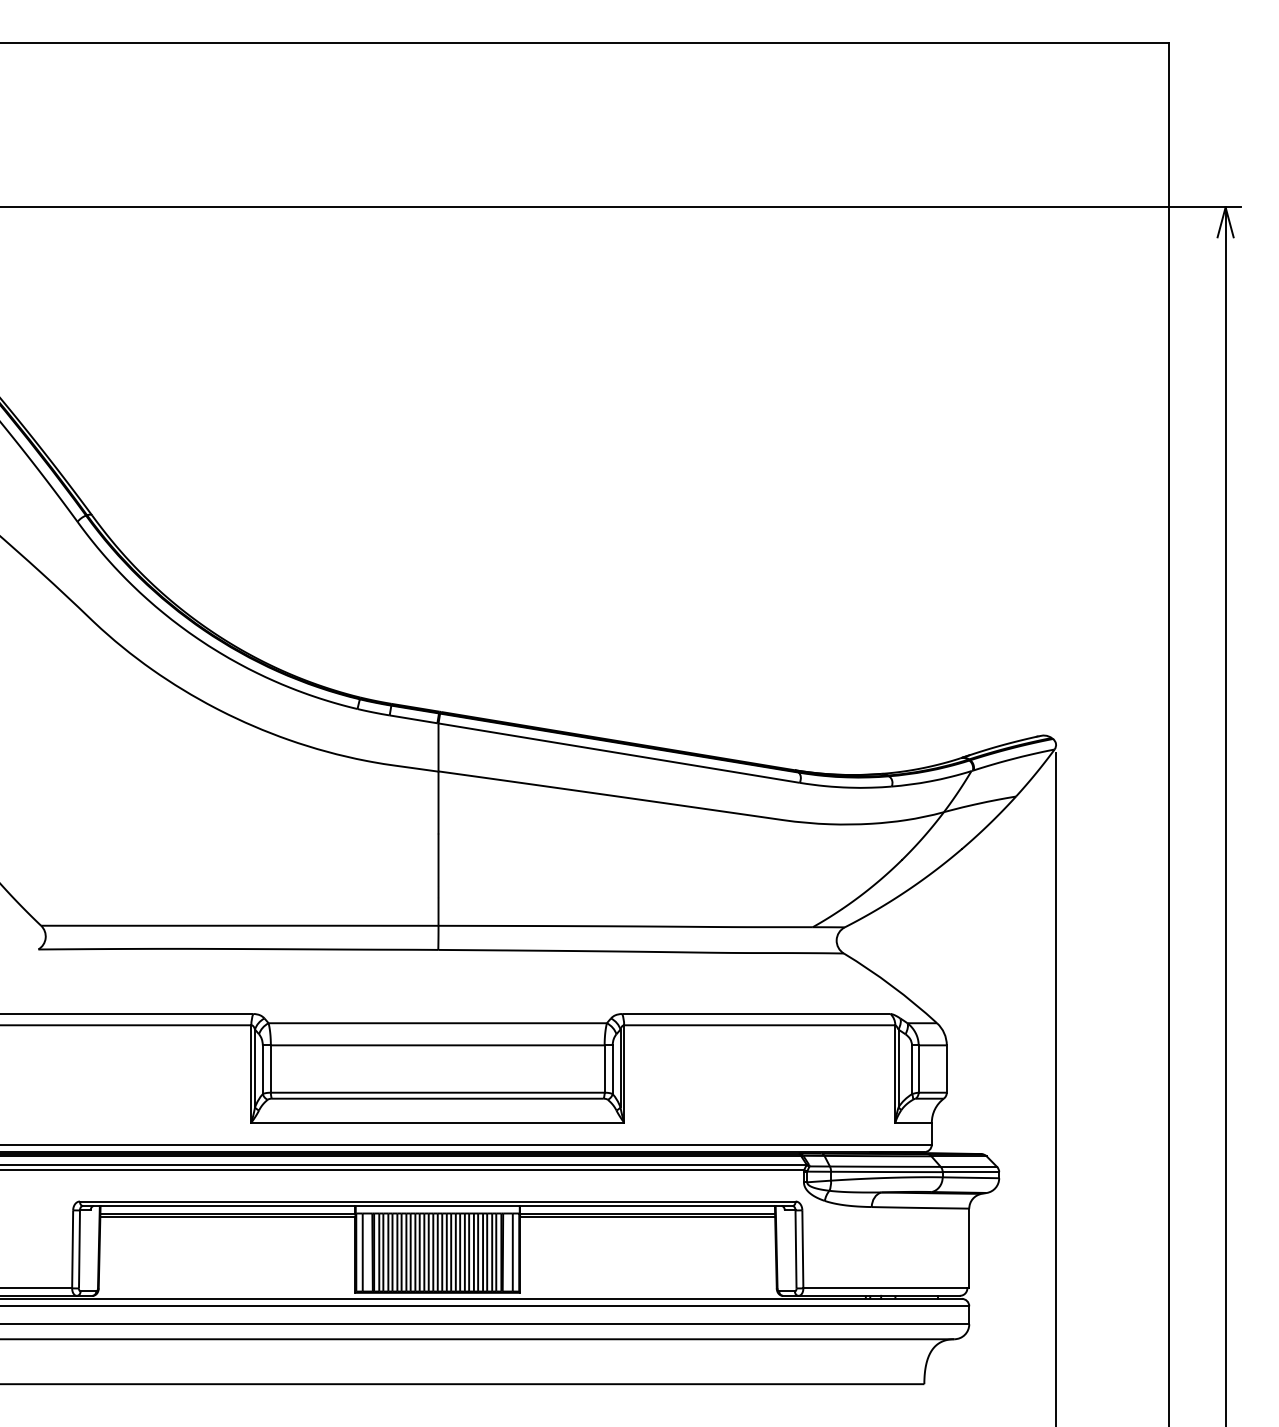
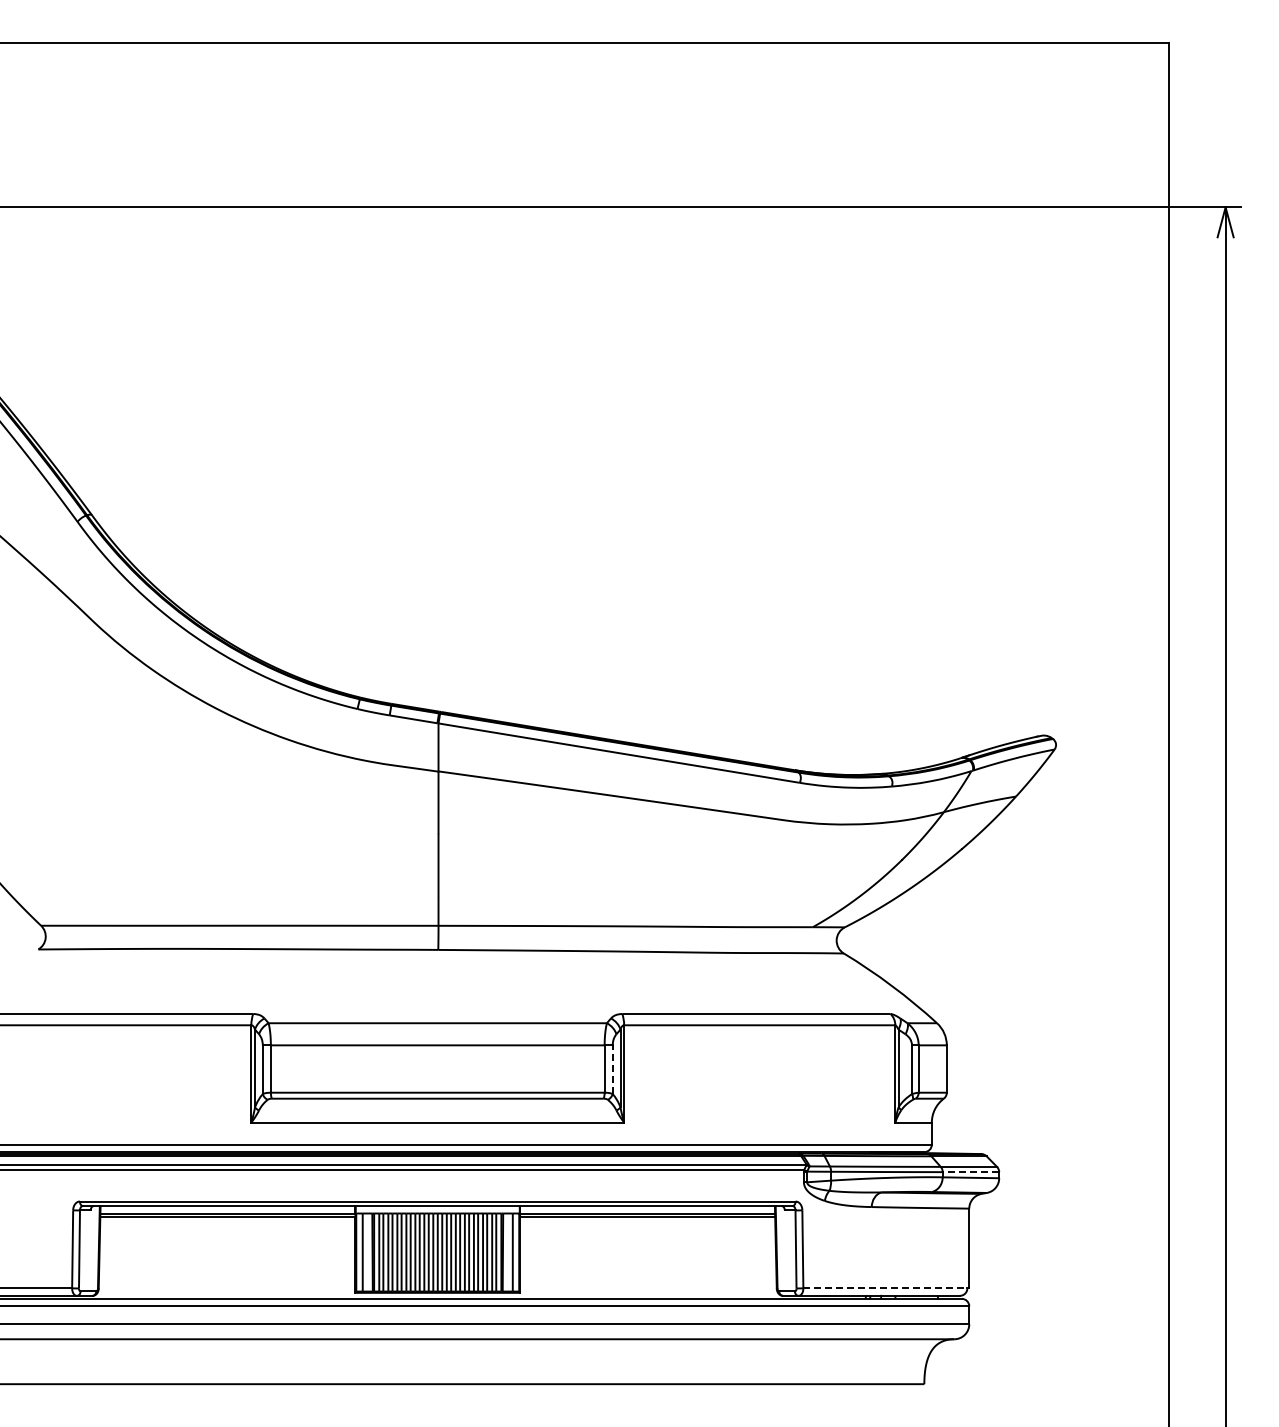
line at (612, 1069): solid -> dashed
line at (1056, 1087): present -> none
line at (970, 1172): solid -> dashed
line at (885, 1288): solid -> dashed
